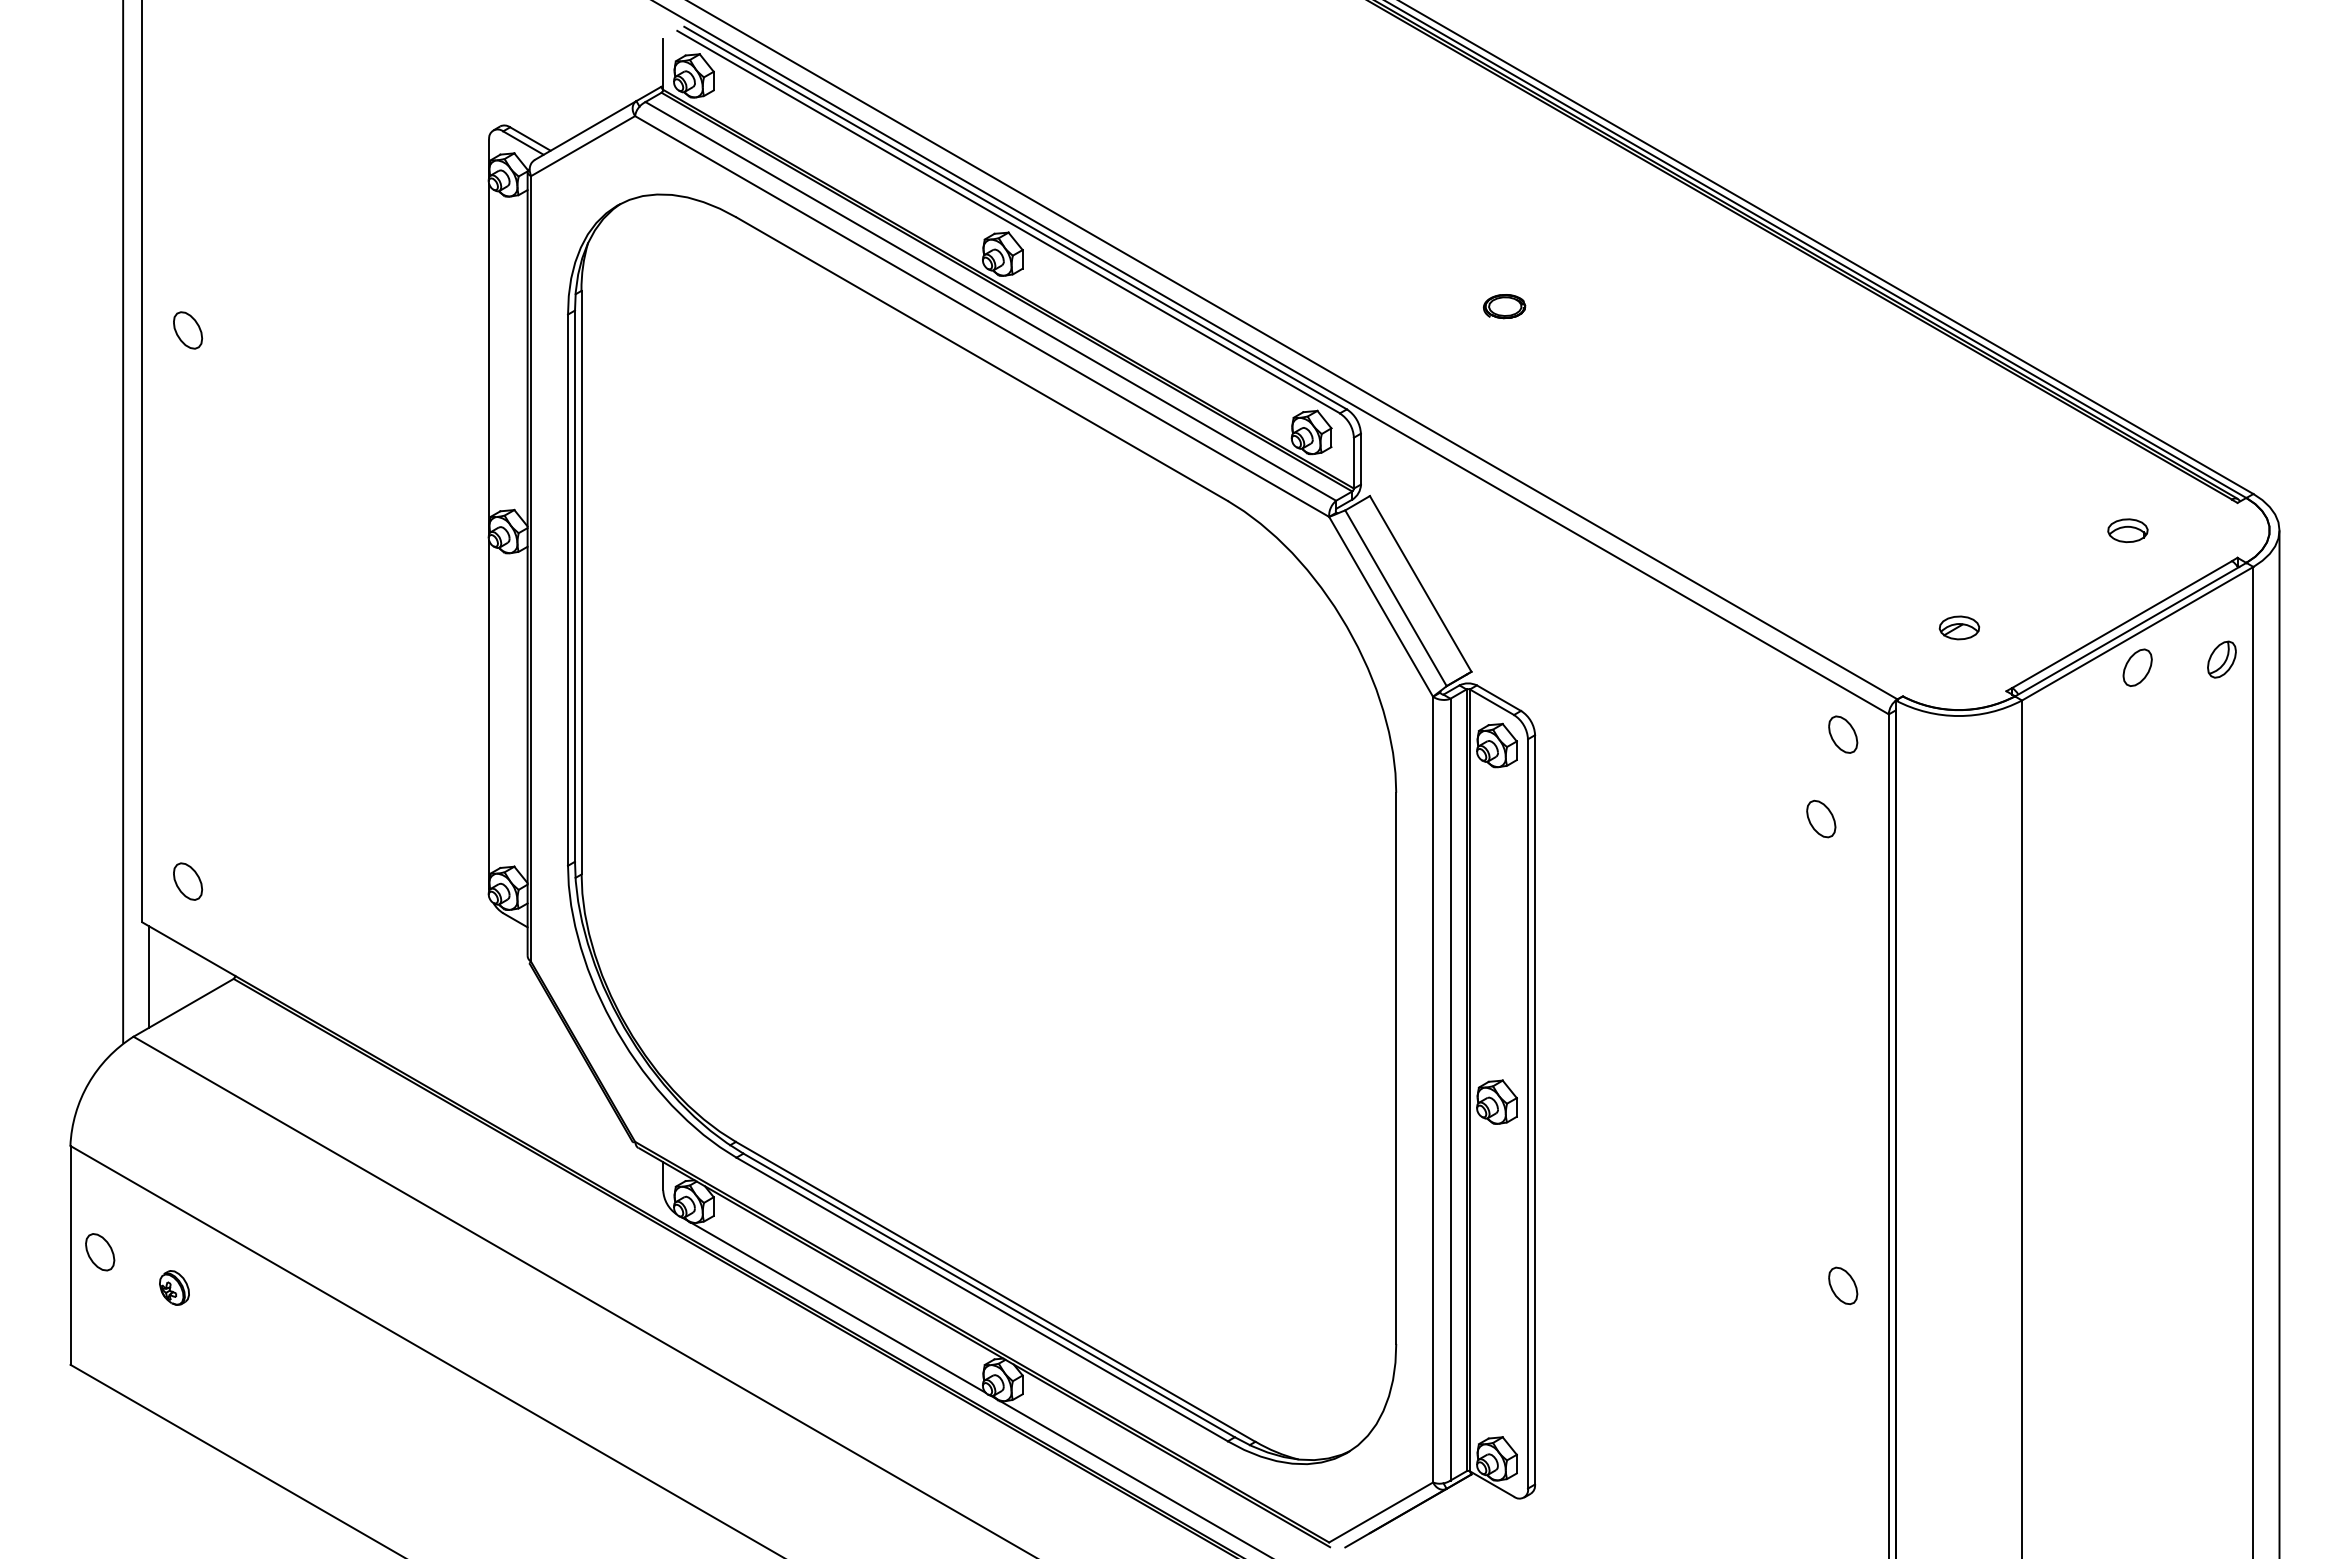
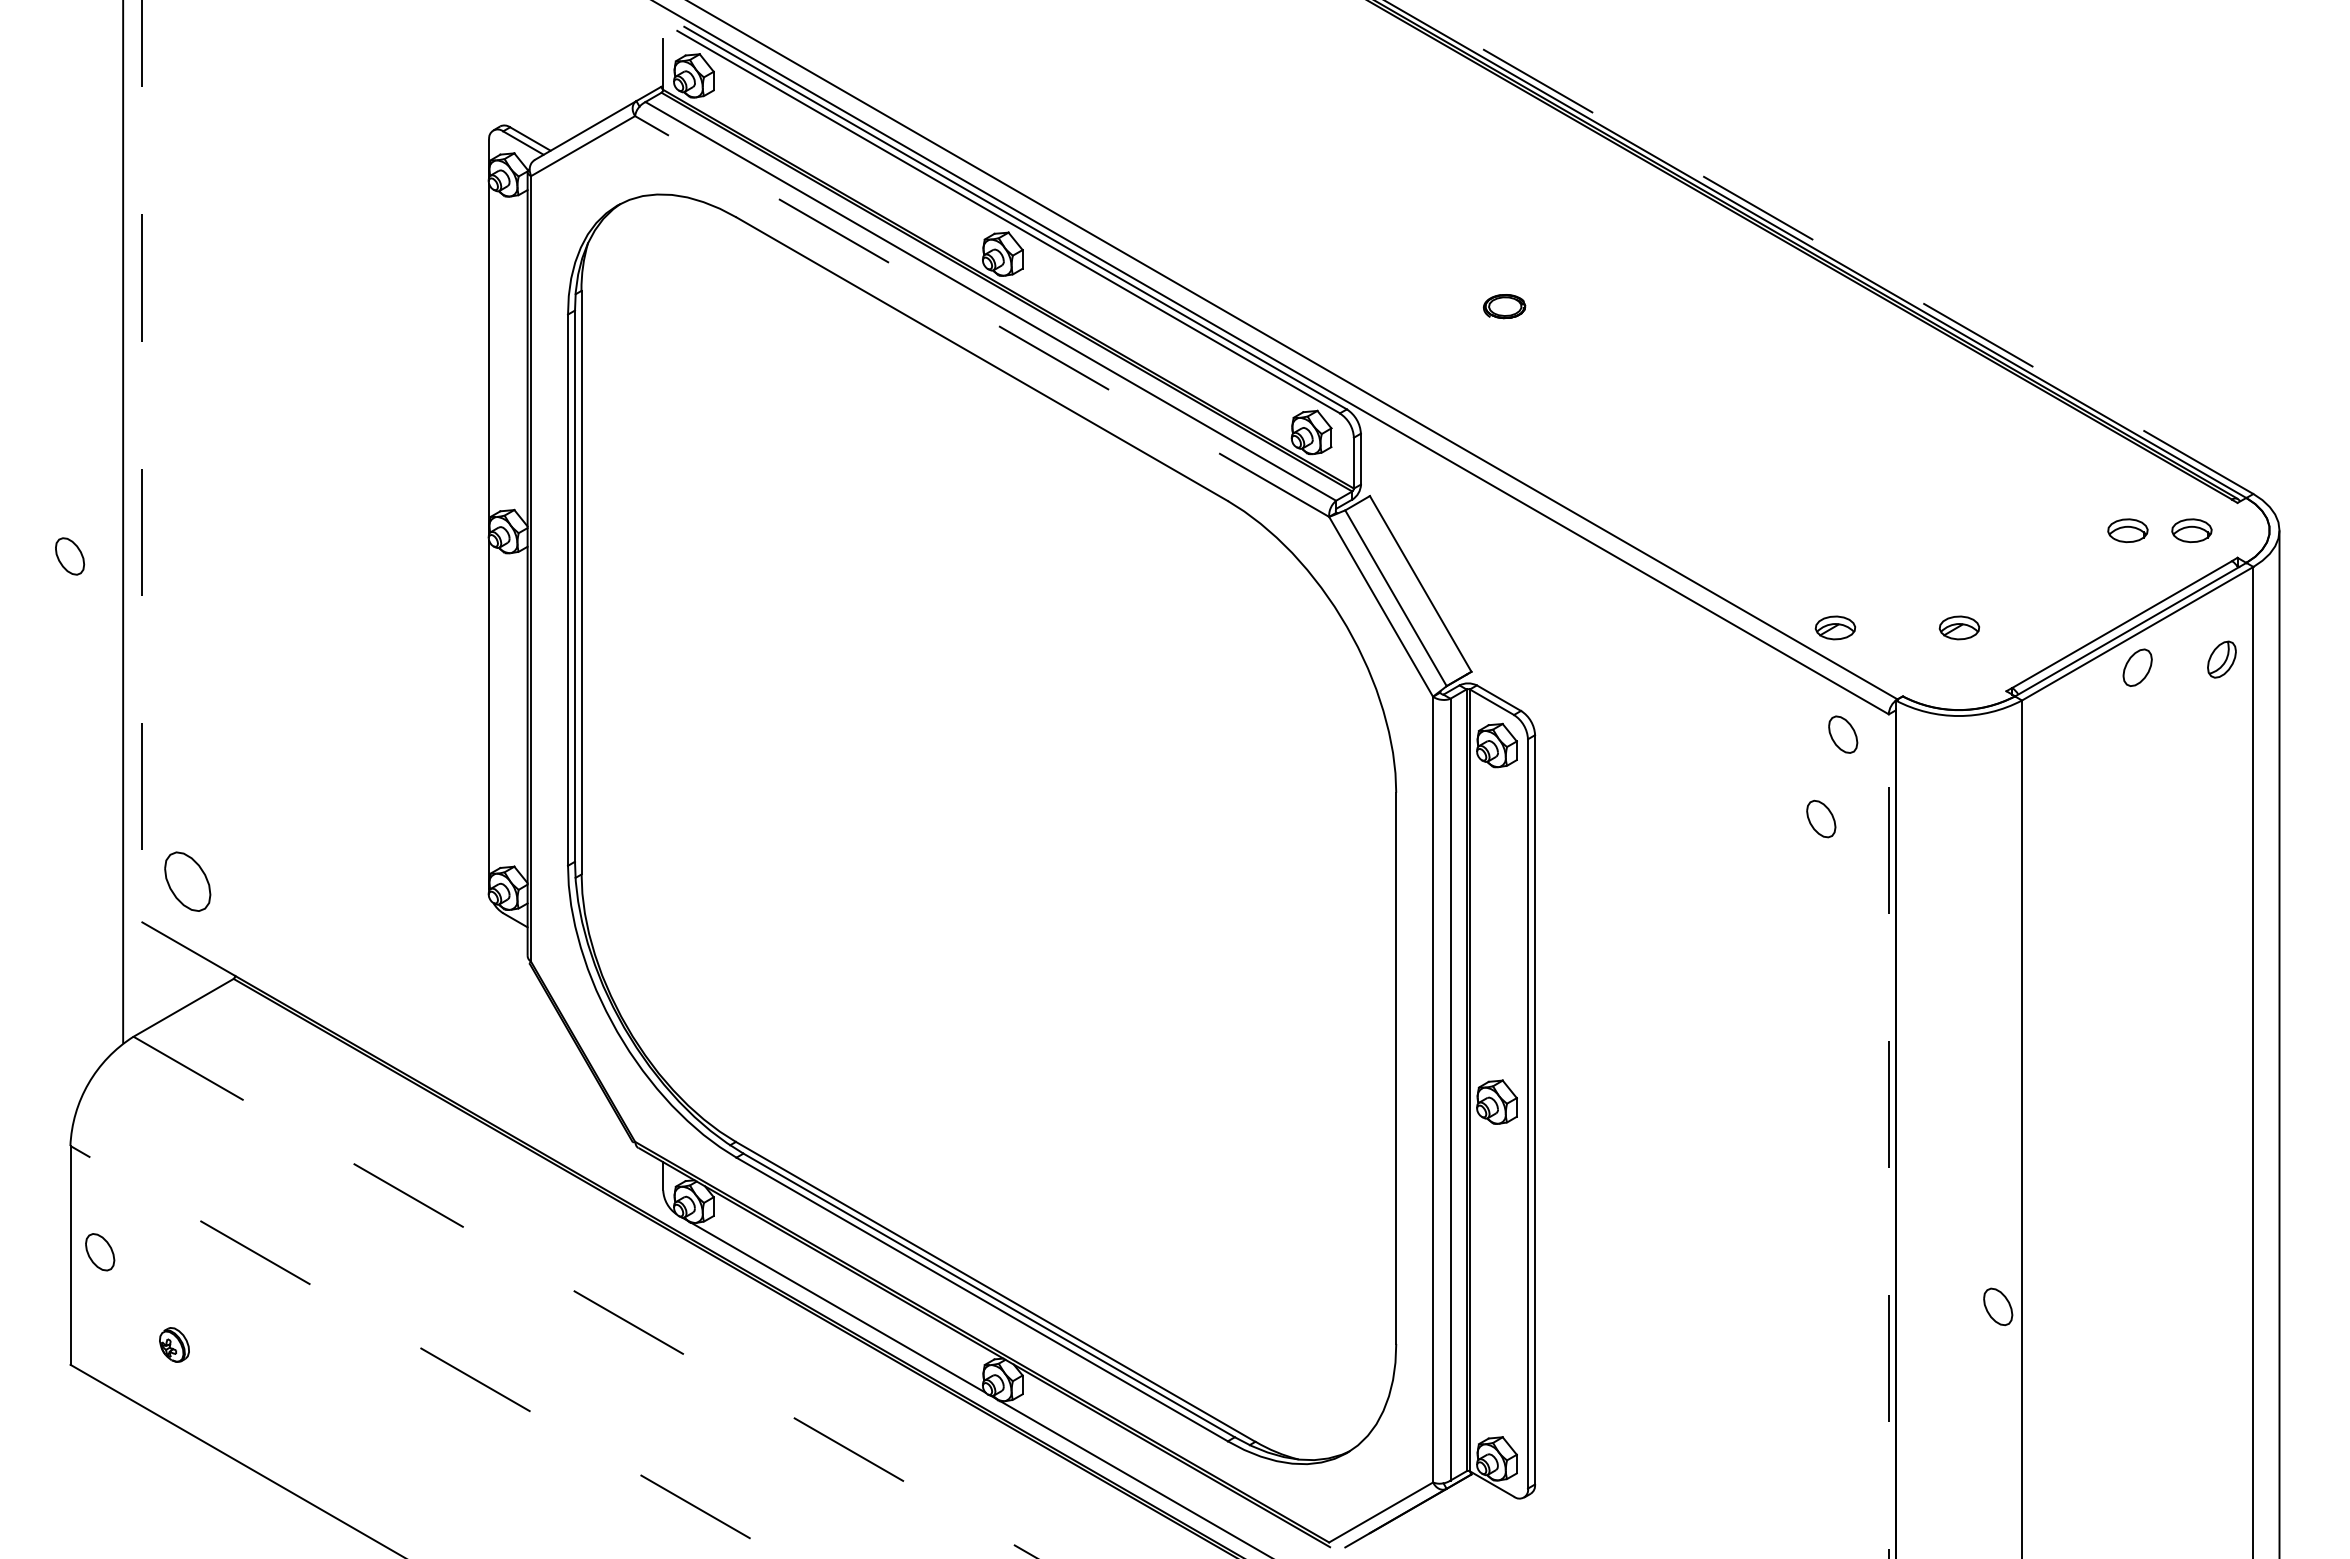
line at (1825, 247): solid -> dashed
line at (982, 316): solid -> dashed
part at (188, 330) position: (188, 330) -> (70, 556)
line at (142, 461): solid -> dashed
part at (2191, 530): none -> present
part at (1835, 627): none -> present
part at (188, 881) size: 31x39 px -> 48x61 px
line at (149, 976): present -> none
line at (1888, 1136): solid -> dashed
part at (1843, 1285) position: (1843, 1285) -> (1998, 1306)
part at (174, 1287) position: (174, 1287) -> (174, 1344)
line at (585, 1297): solid -> dashed
line at (428, 1352): solid -> dashed
